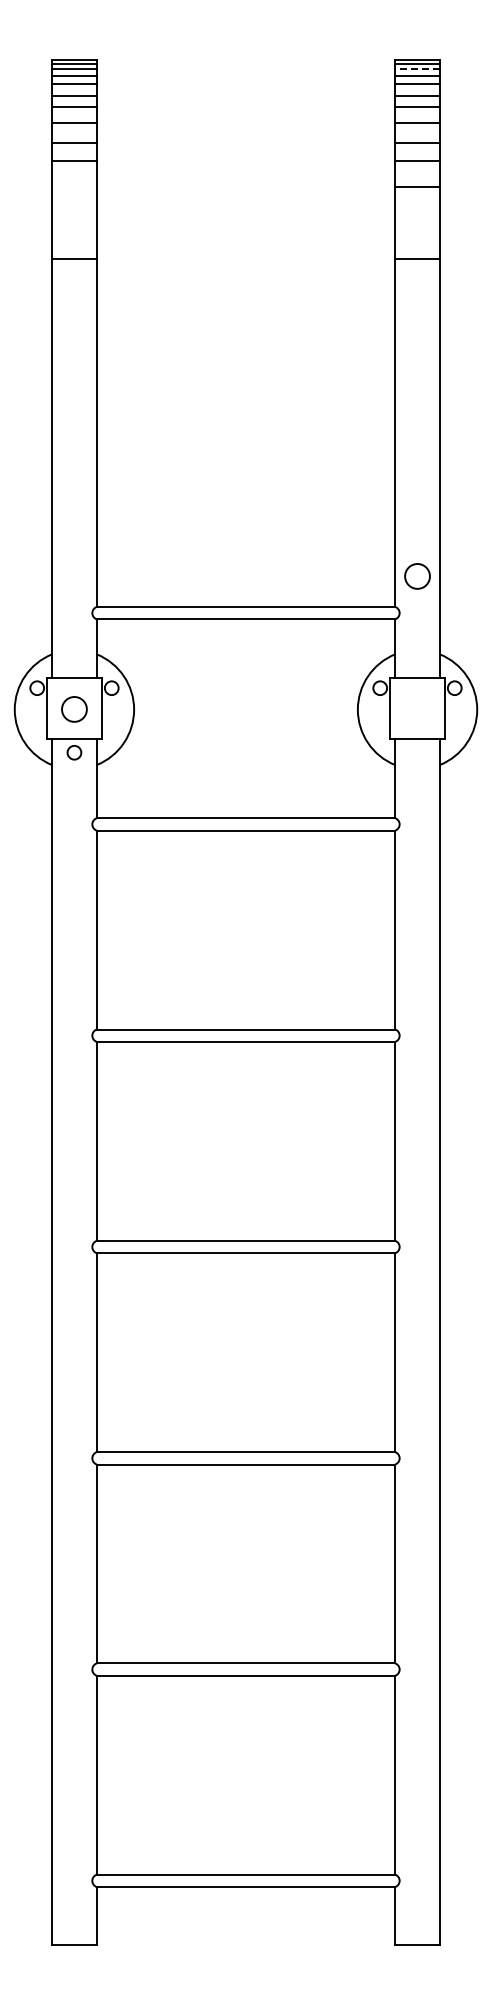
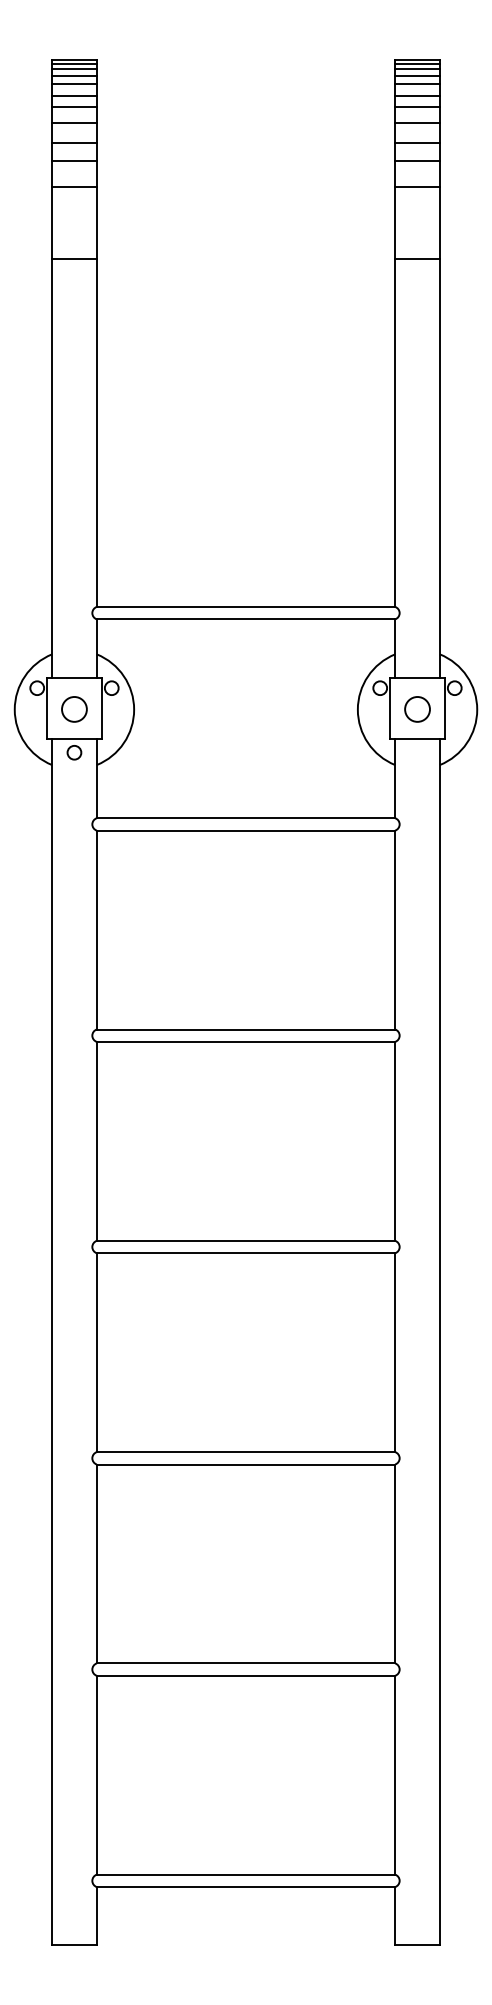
line at (417, 69): dashed -> solid
line at (74, 186): none -> present
circle at (417, 576) position: (417, 576) -> (417, 709)
